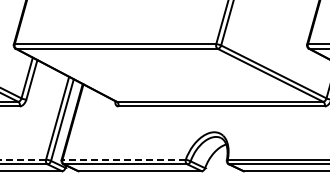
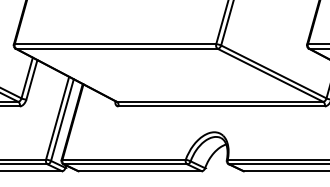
line at (23, 159): dashed -> solid
line at (124, 159): dashed -> solid
